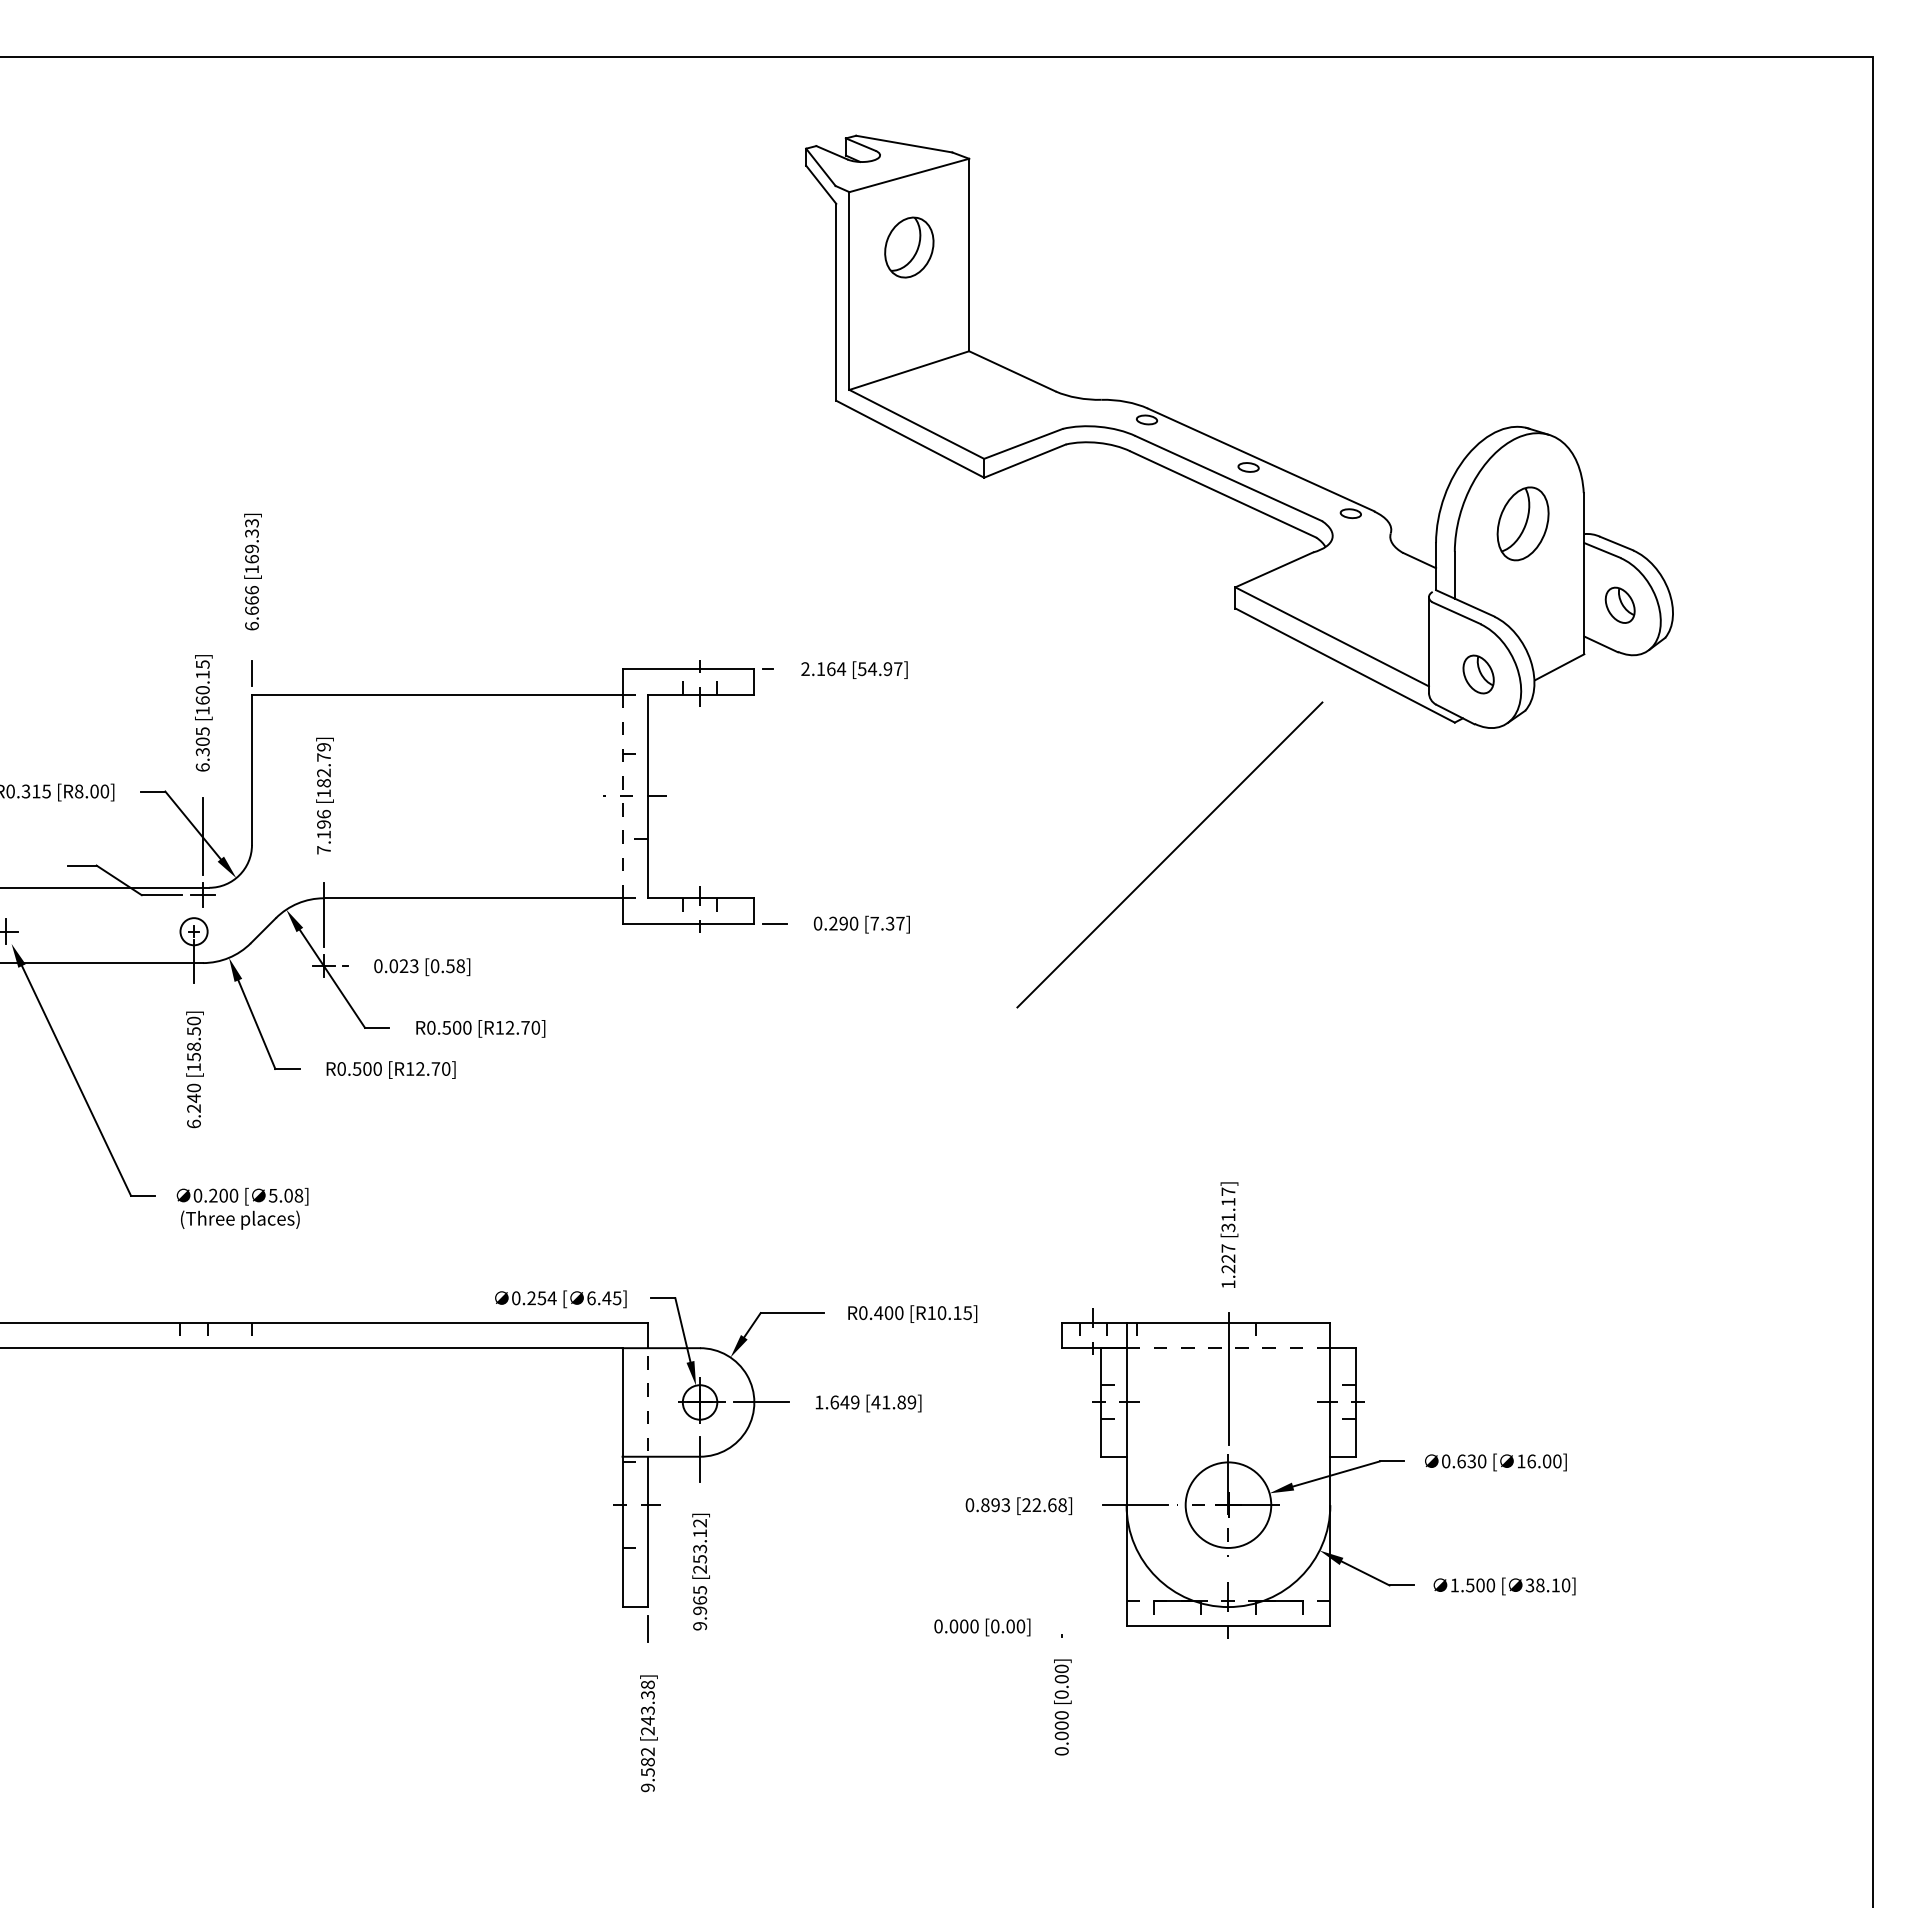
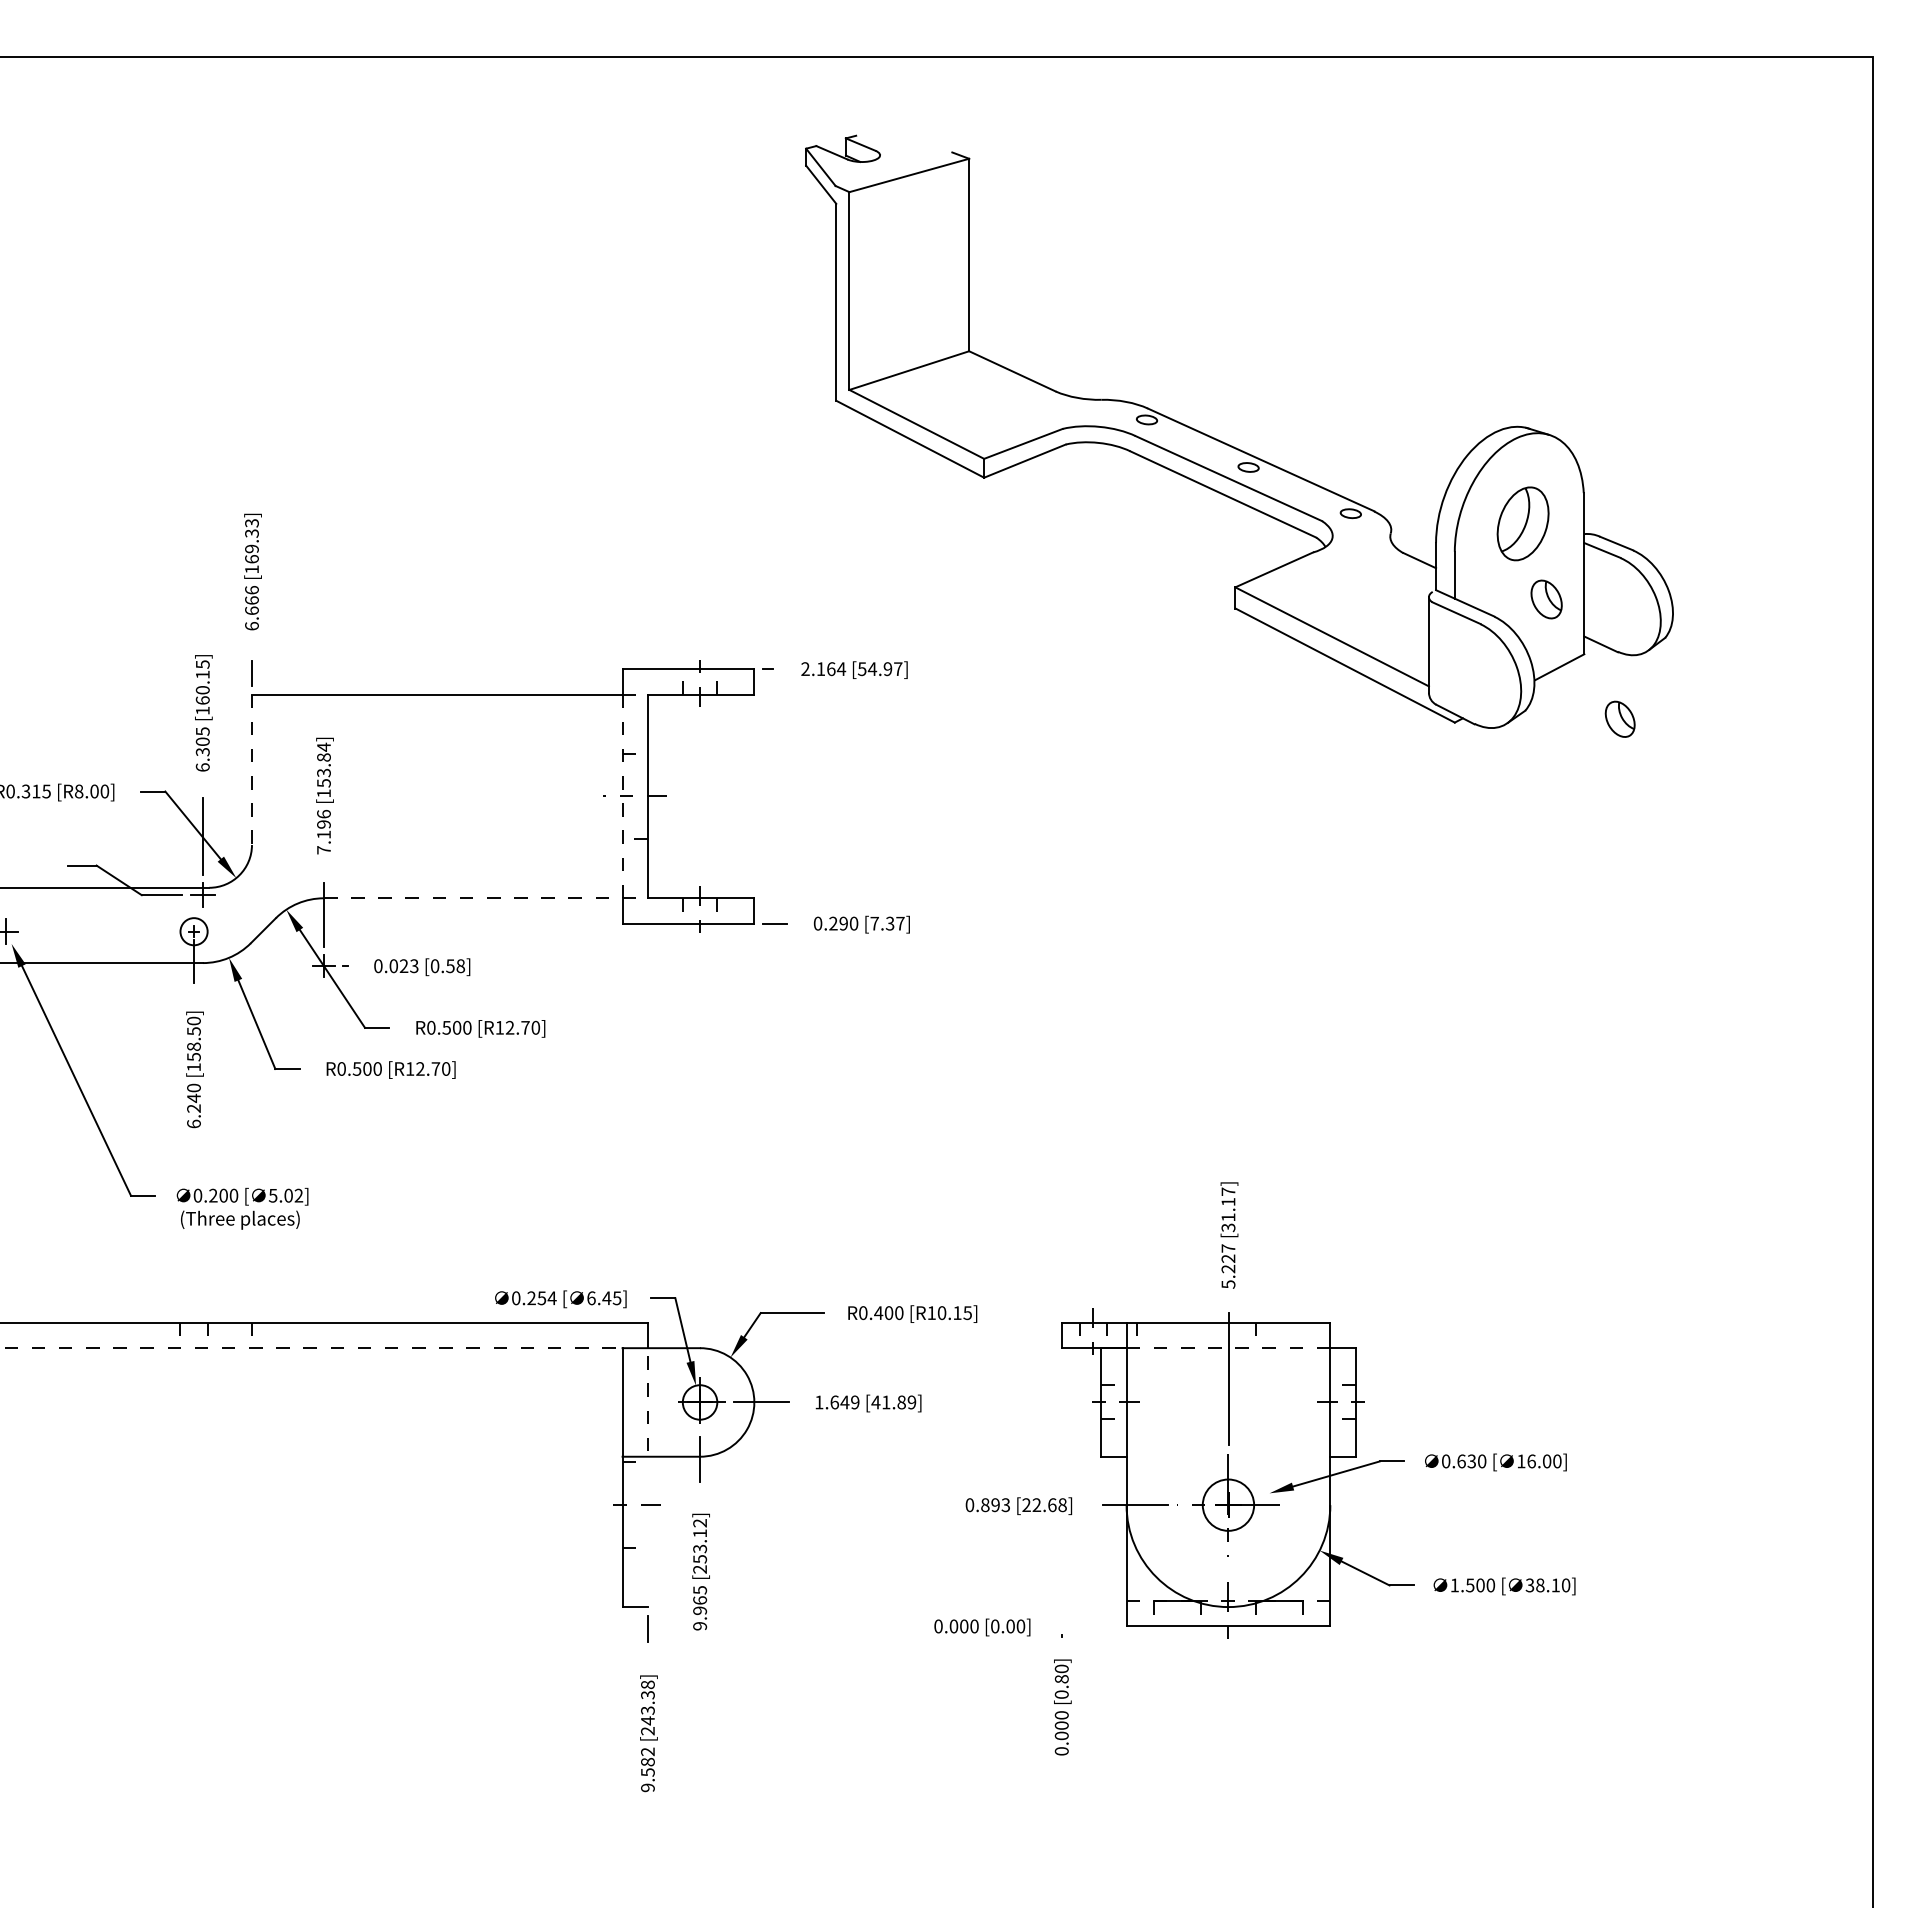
line at (904, 143): present -> none
part at (909, 247): present -> none
part at (1619, 604) position: (1619, 604) -> (1619, 718)
part at (1478, 674) position: (1478, 674) -> (1546, 599)
text at (323, 764): [182.79] -> [153.84]
line at (251, 770): solid -> dashed
line at (1169, 854): present -> none
line at (473, 898): solid -> dashed
text at (298, 1195): 5.08] -> 5.02]
text at (1228, 1284): 1.227 -> 5.227
line at (311, 1348): solid -> dashed
circle at (1228, 1504) diameter: 86 px -> 51 px
line at (647, 1531): present -> none
text at (1061, 1679): [0.00] -> [0.80]
